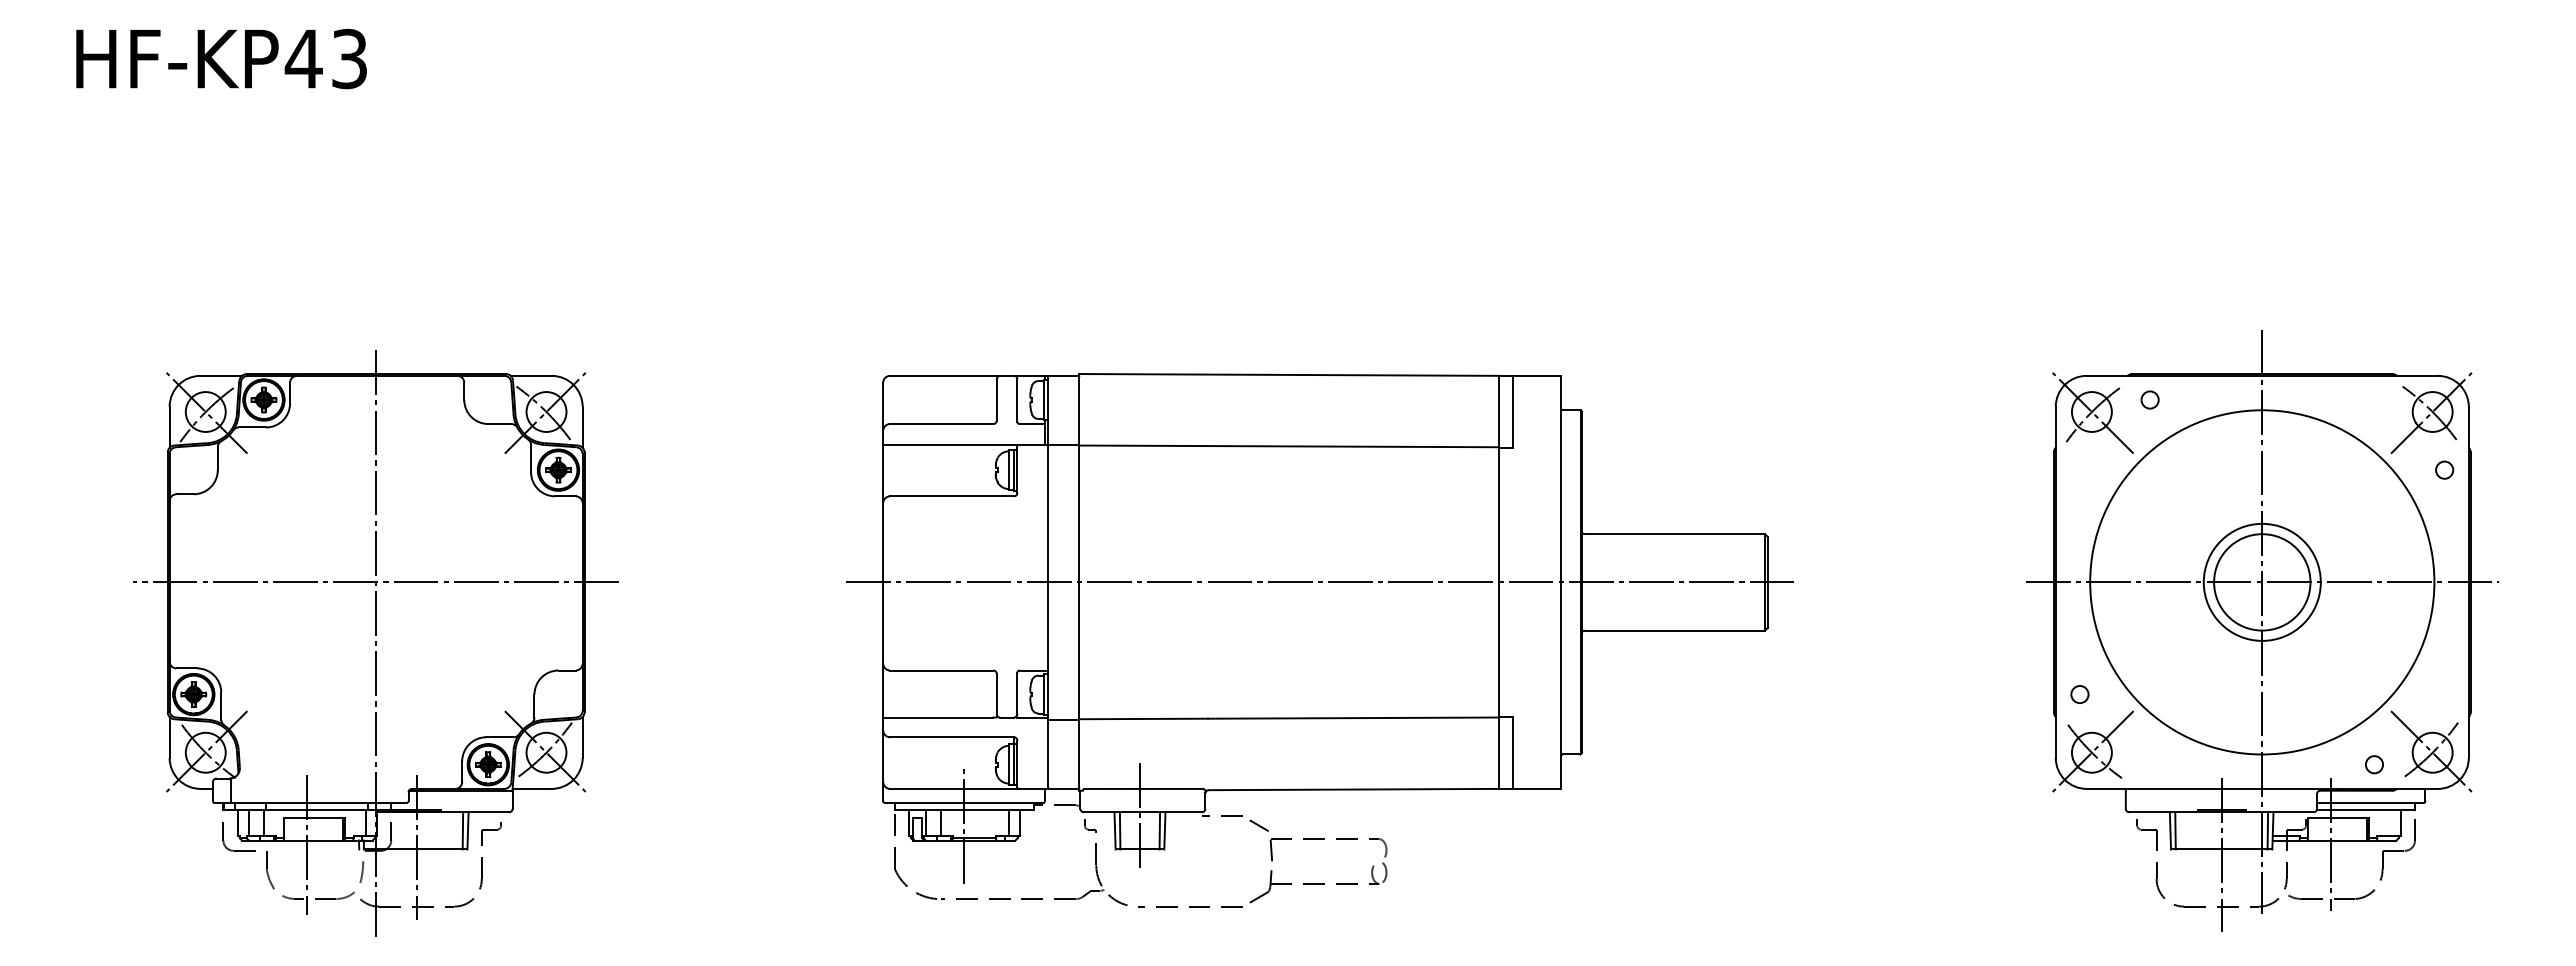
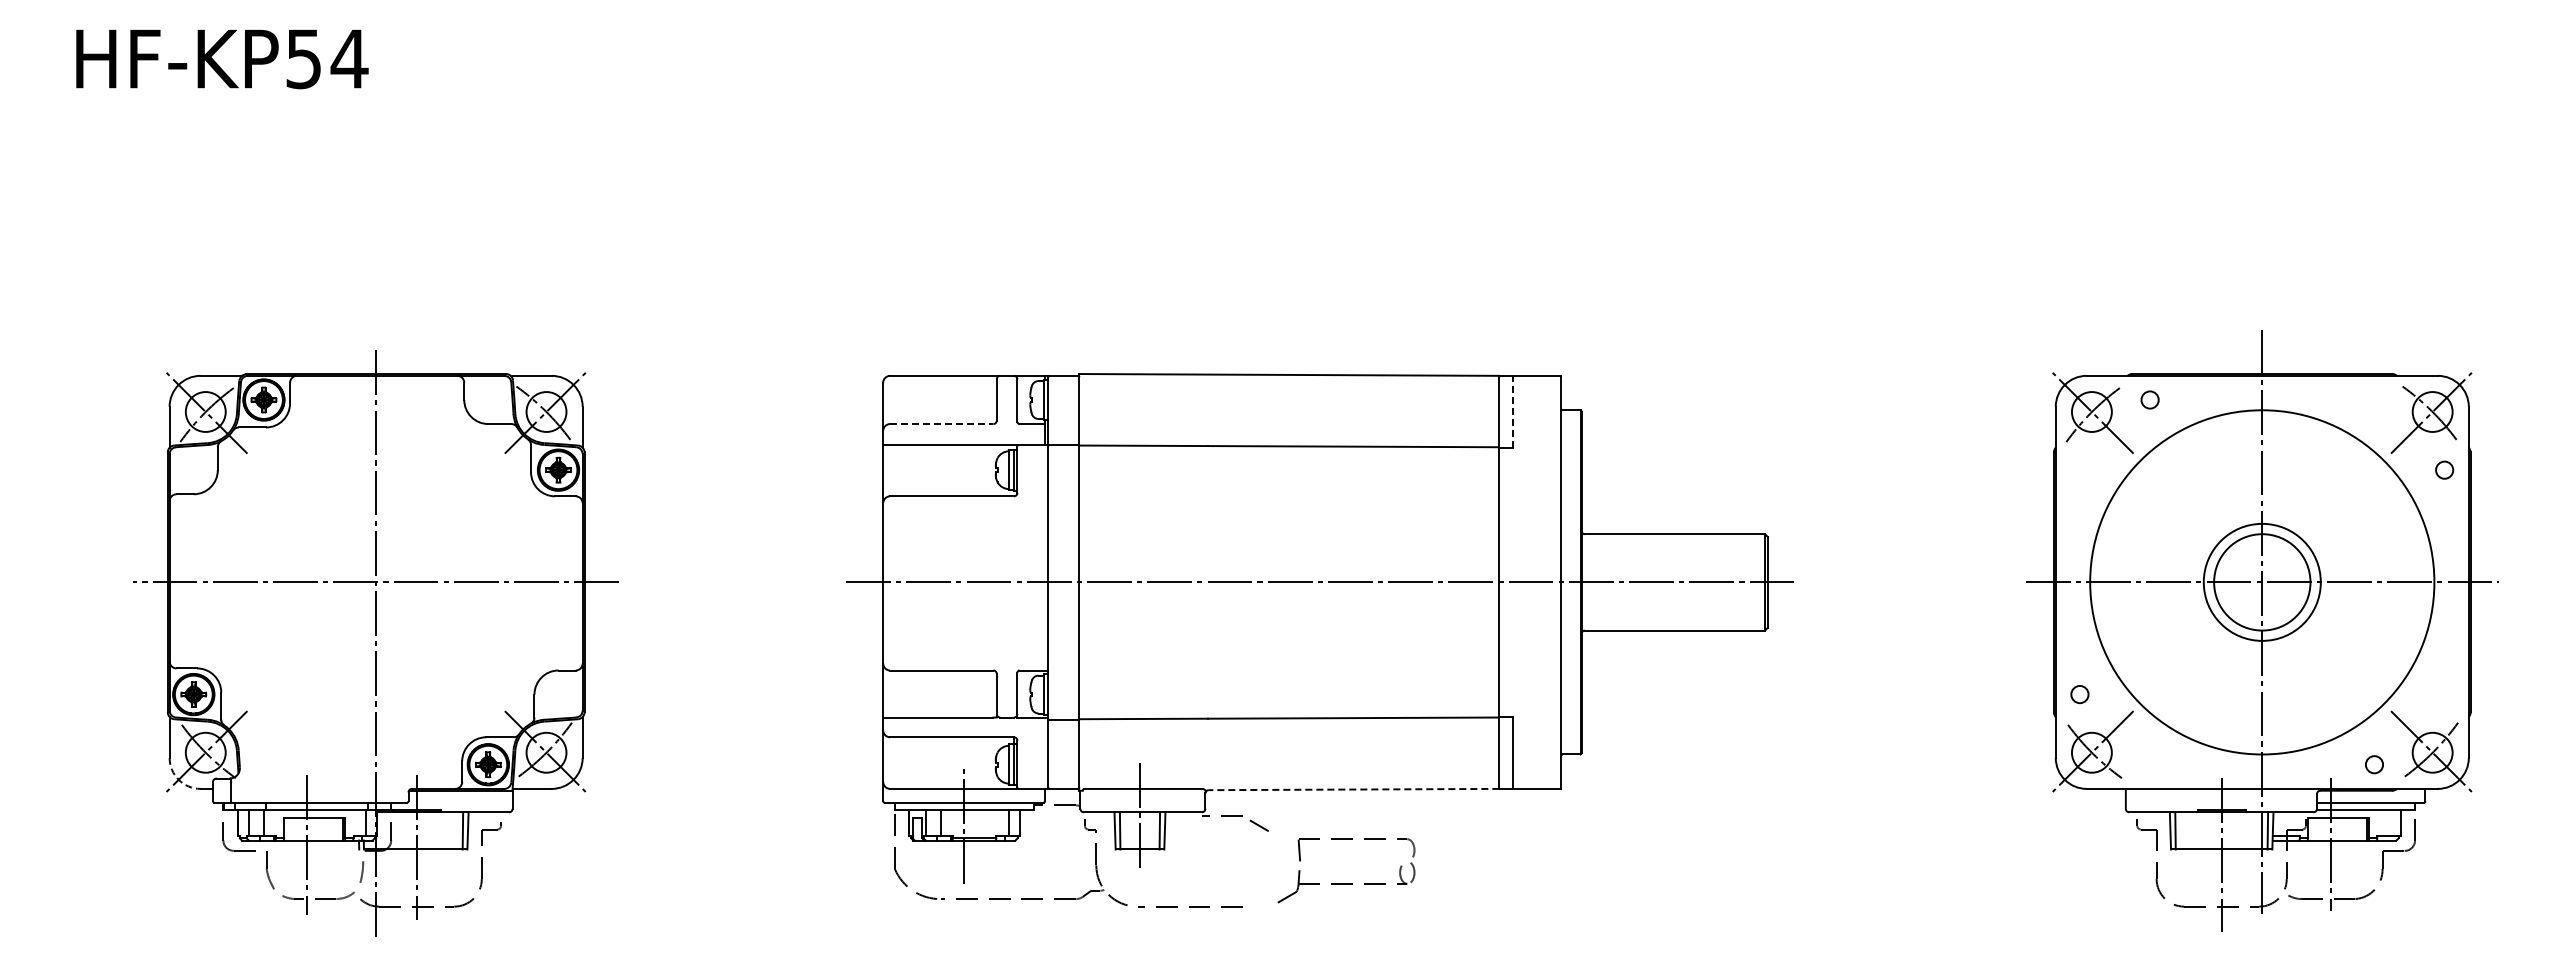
text at (326, 58): HF-KP43 -> HF-KP54
line at (1513, 411): solid -> dashed
line at (941, 424): solid -> dashed
arc at (178, 779): solid -> dashed
line at (1353, 789): solid -> dashed
part at (1318, 883) position: (1318, 883) -> (1346, 883)
